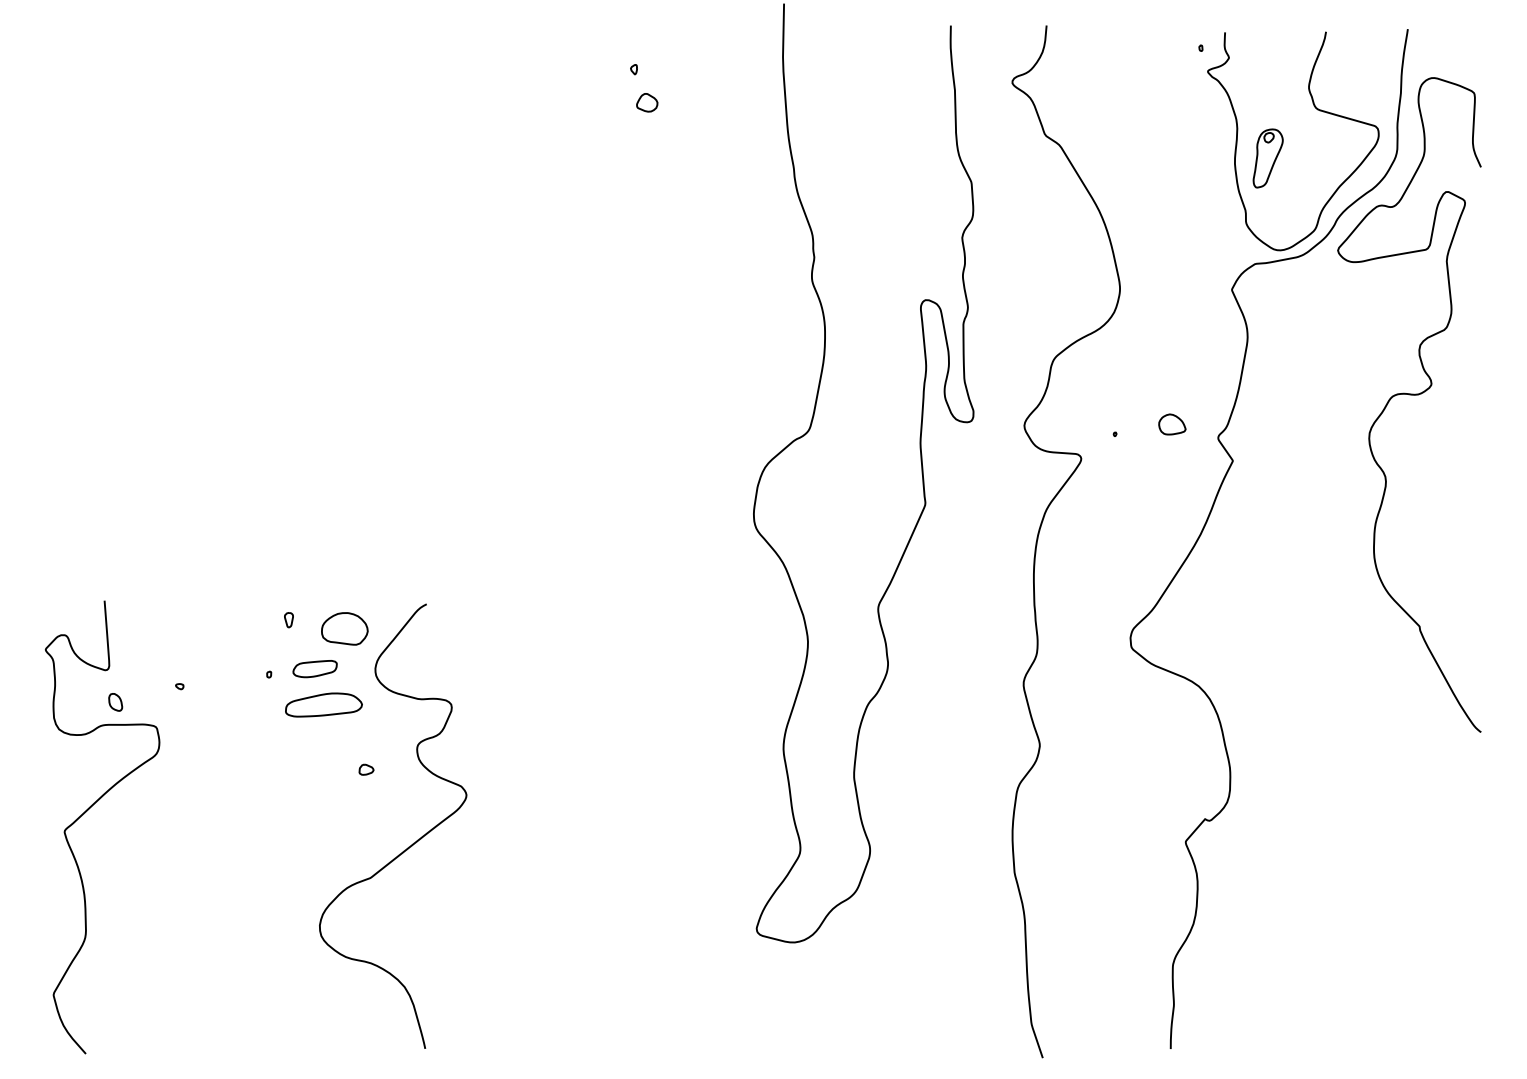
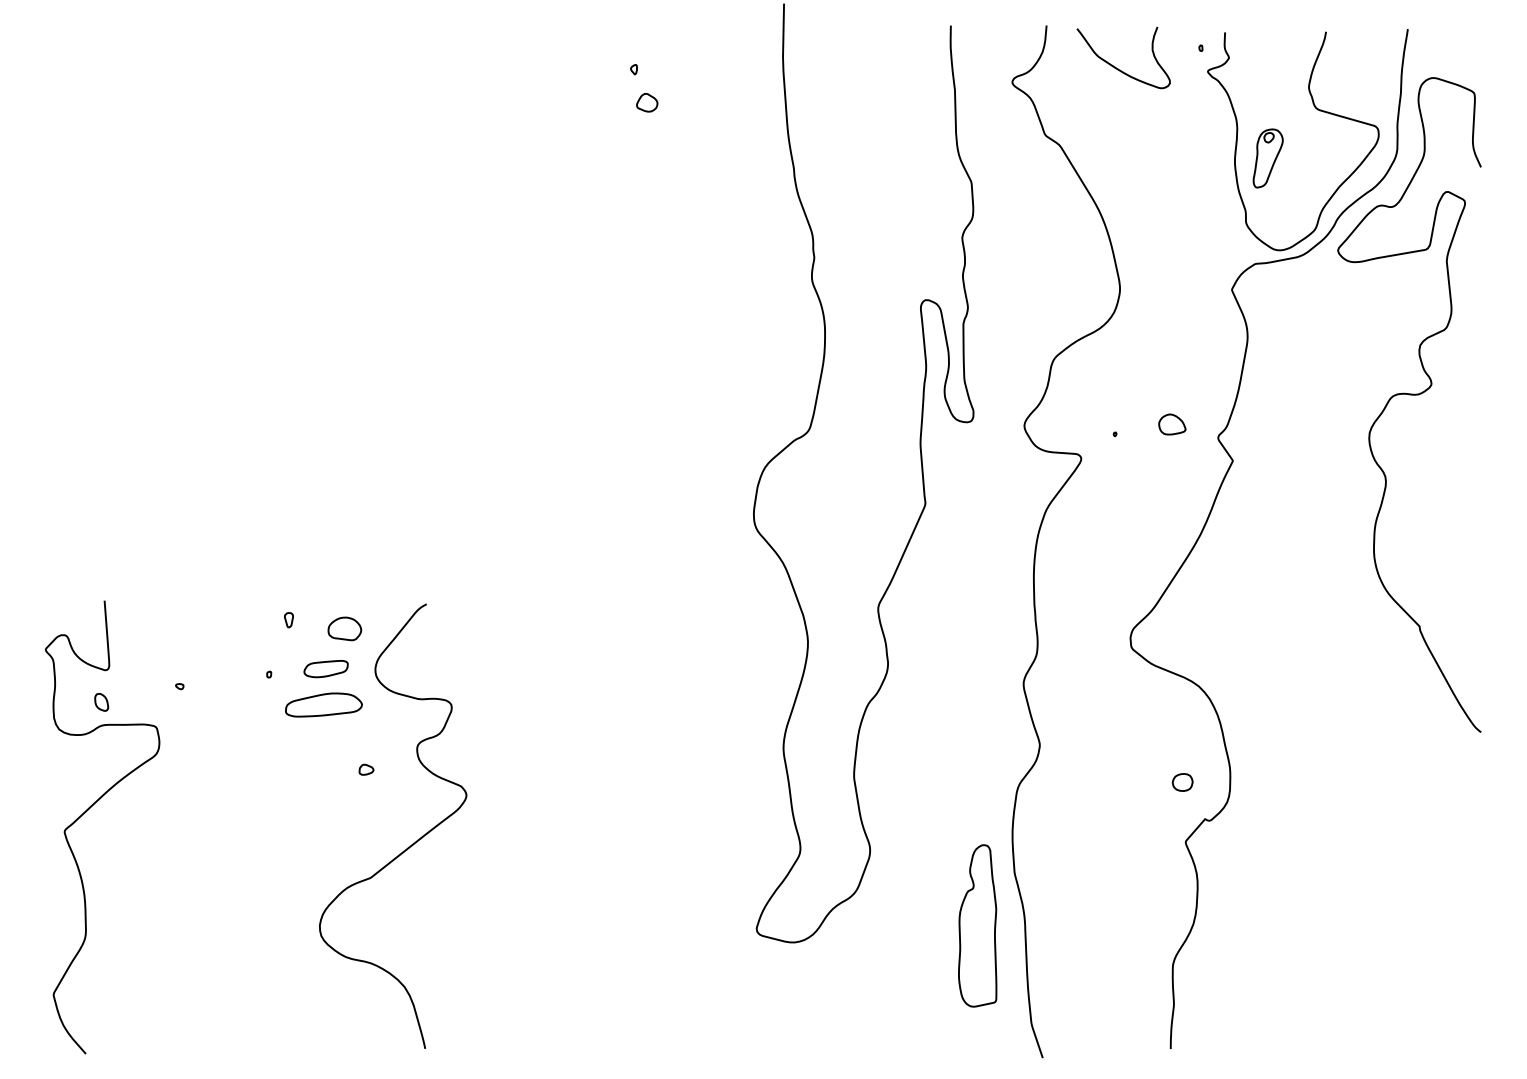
curve at (1115, 66): none -> present
part at (344, 628) size: 48x34 px -> 36x26 px
part at (314, 669) position: (314, 669) -> (325, 669)
part at (115, 702) position: (115, 702) -> (101, 702)
part at (1182, 782): none -> present
part at (977, 925): none -> present
